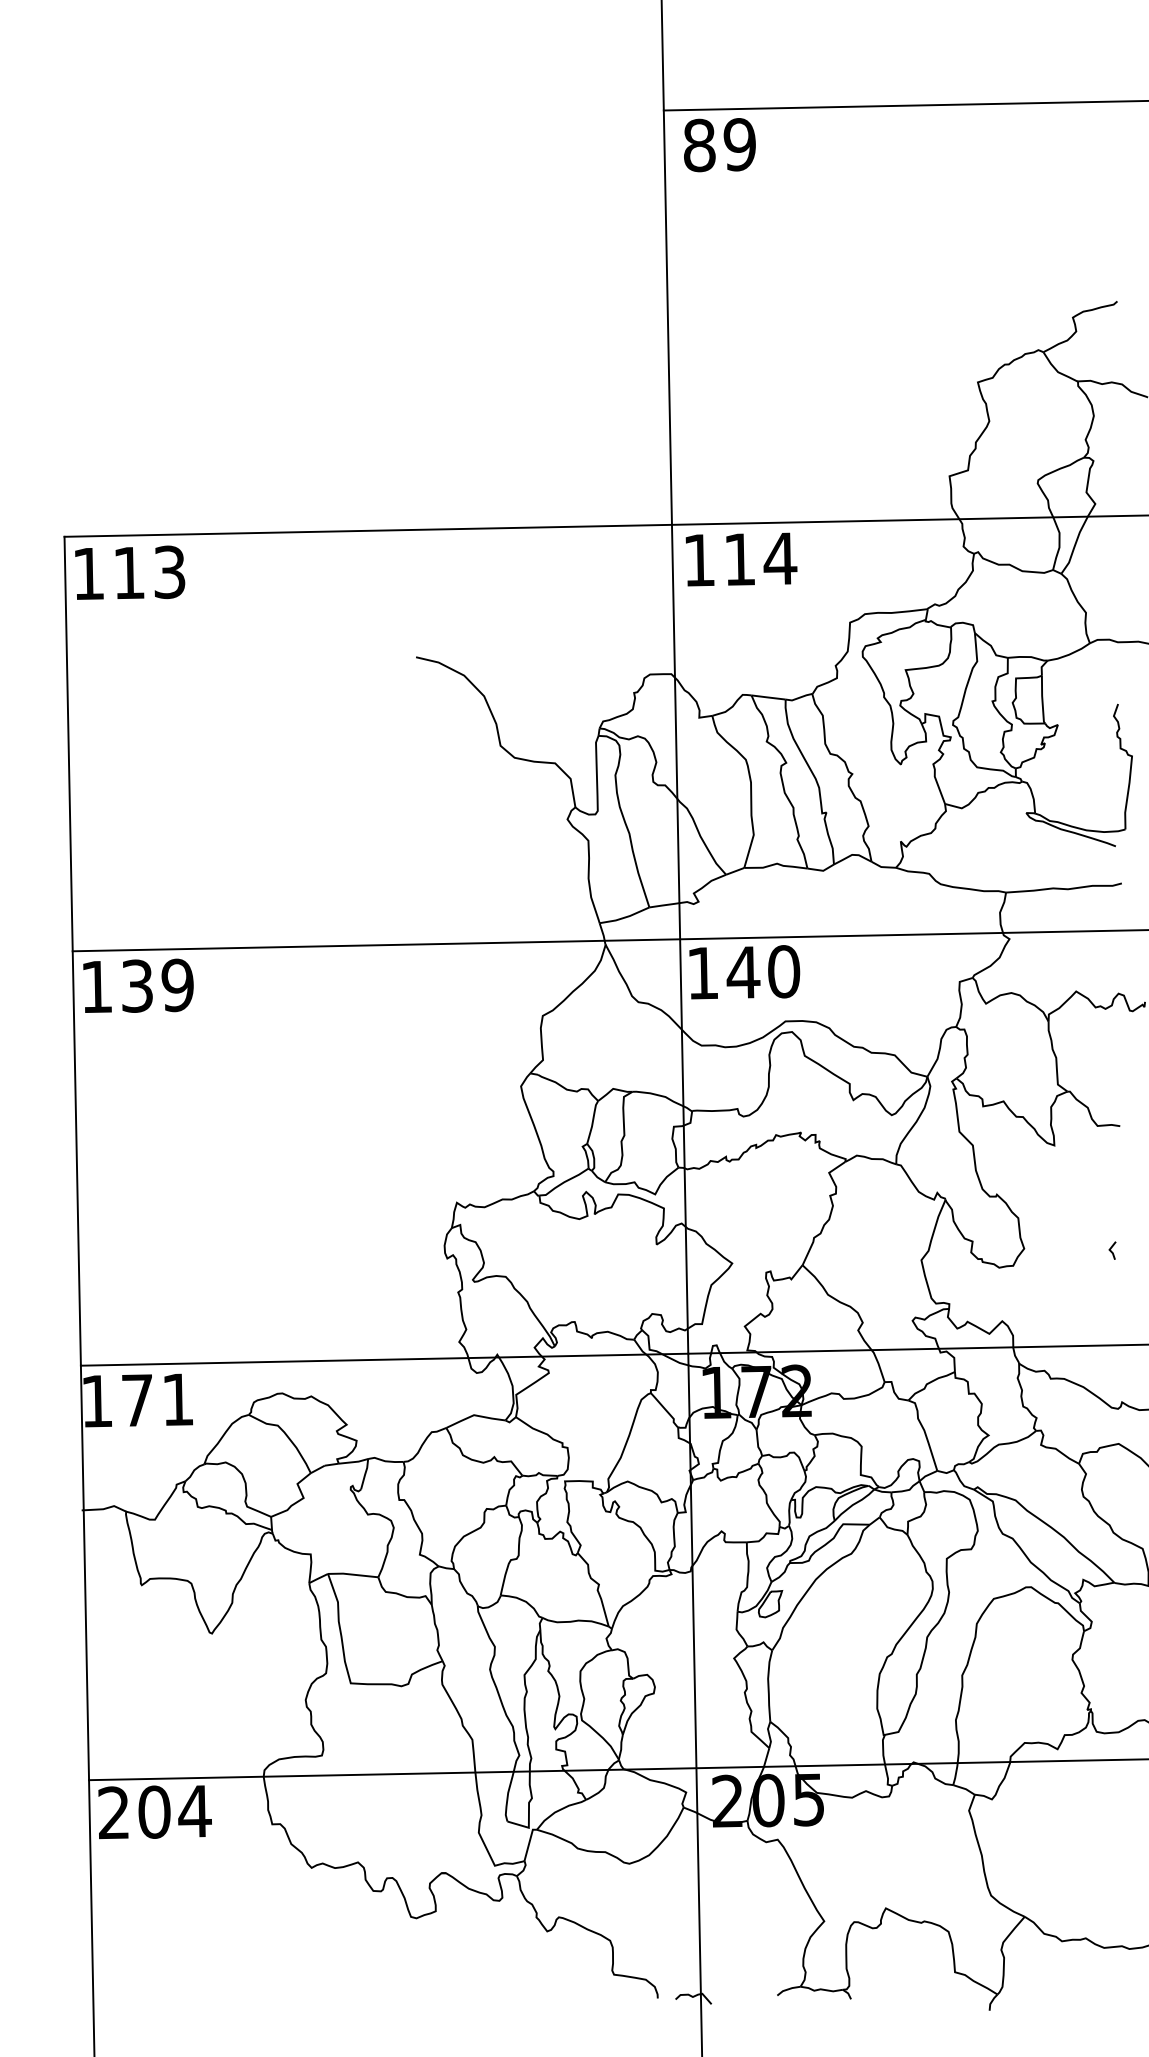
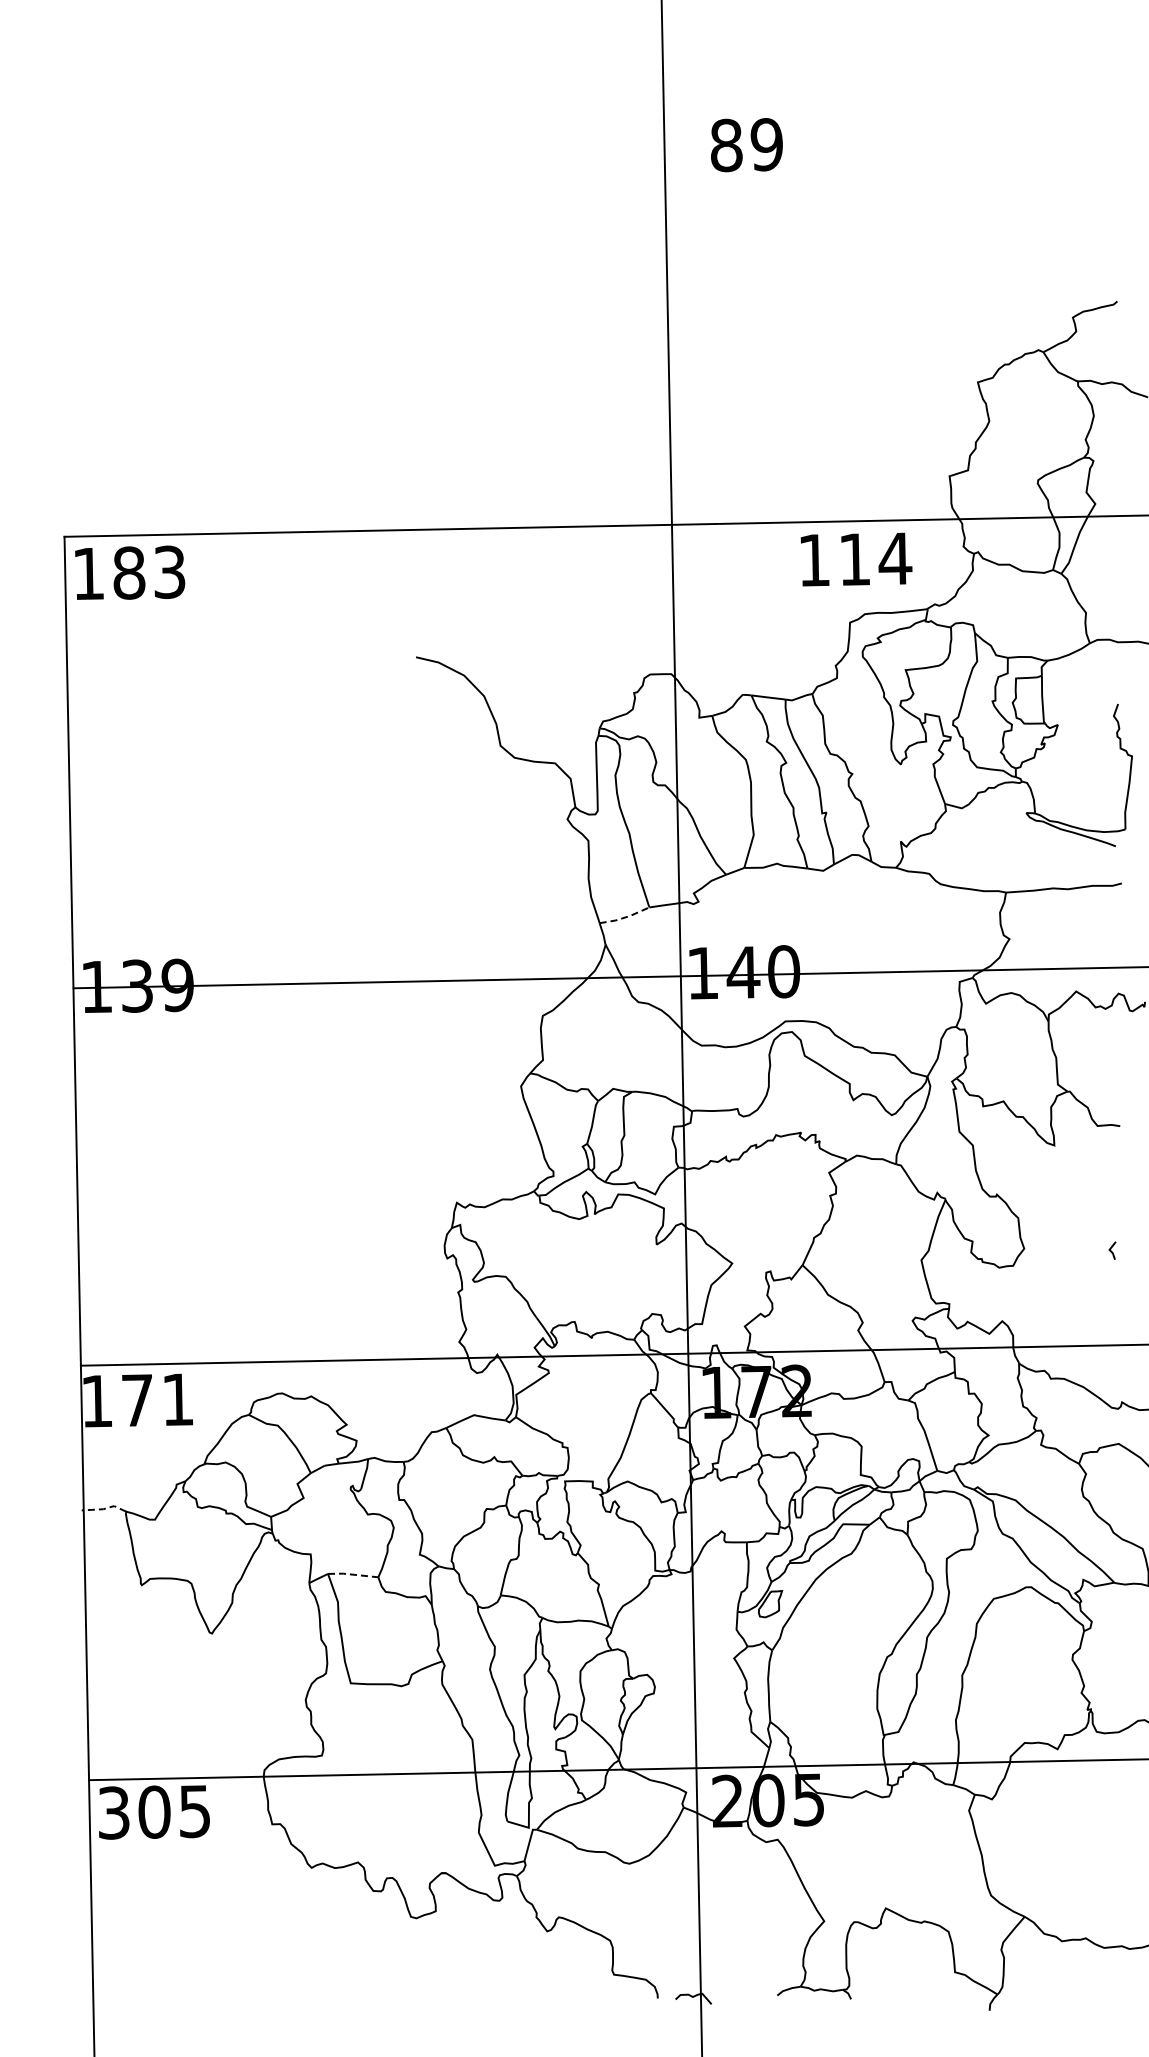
line at (904, 105): present -> none
text at (719, 145) position: (719, 145) -> (746, 145)
text at (741, 559) position: (741, 559) -> (856, 559)
text at (129, 572): 113 -> 183
line at (625, 917): solid -> dashed
line at (608, 940) position: (608, 940) -> (609, 977)
line at (105, 1508): solid -> dashed
line at (352, 1574): solid -> dashed
text at (154, 1812): 204 -> 305
